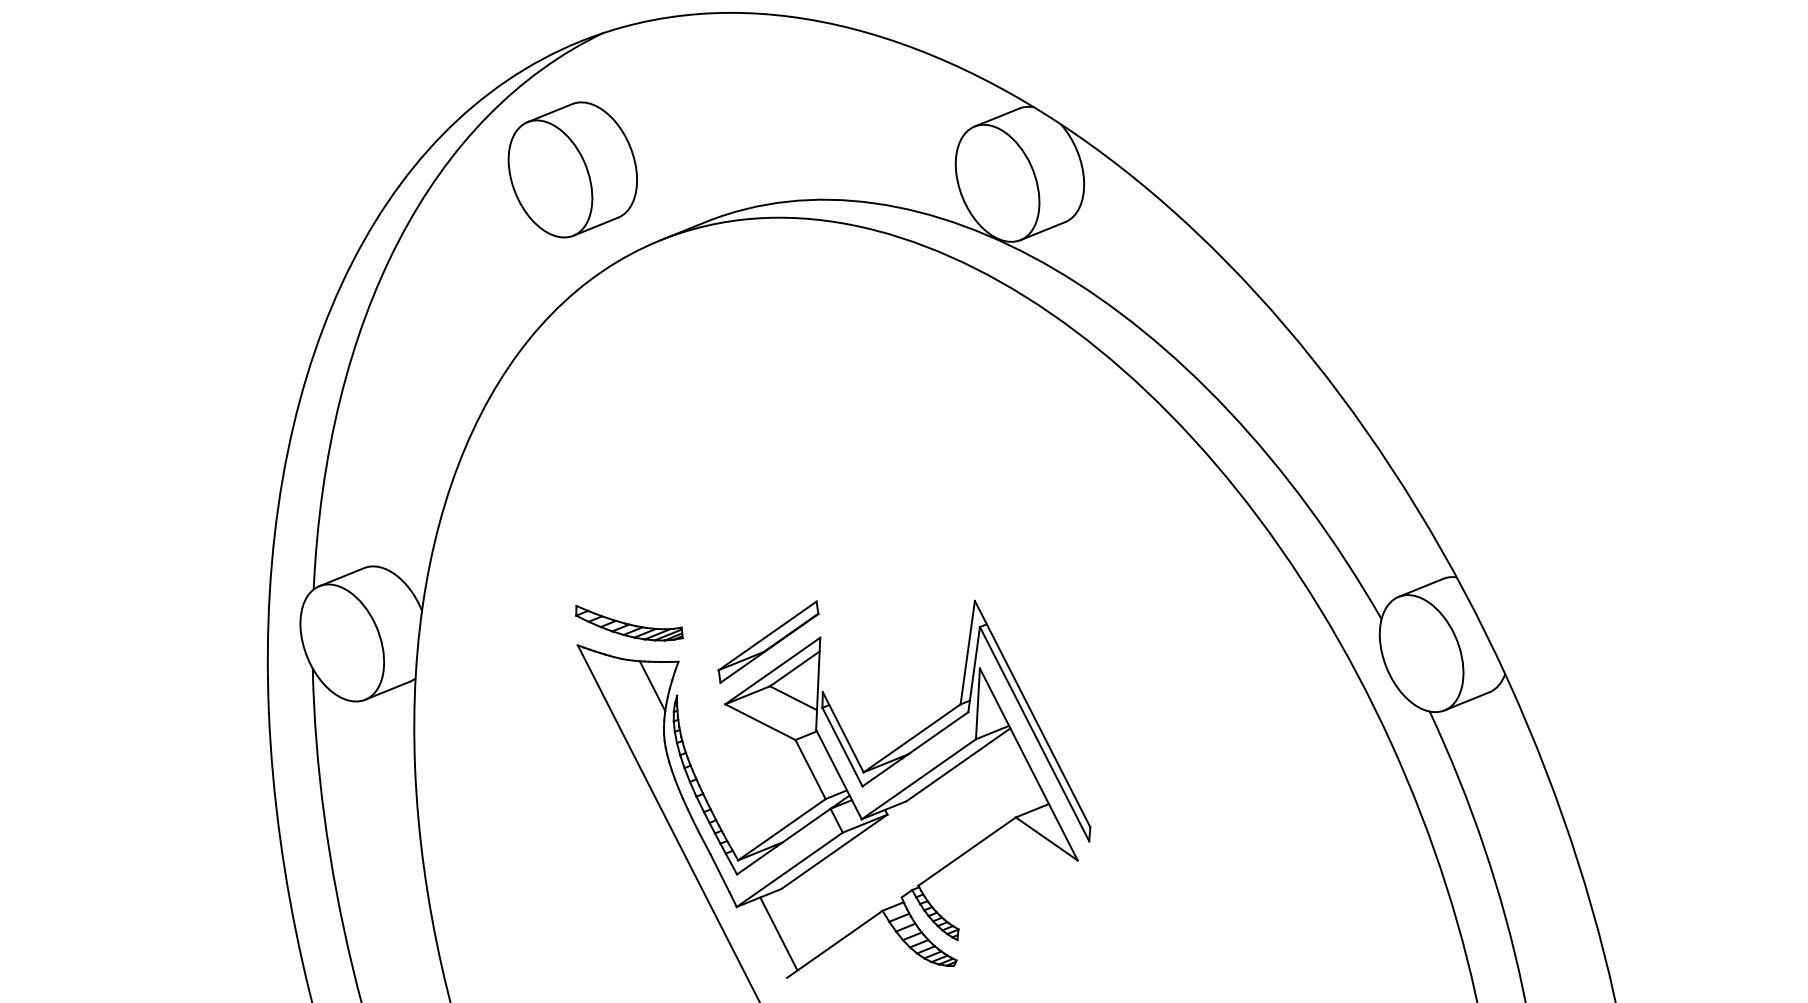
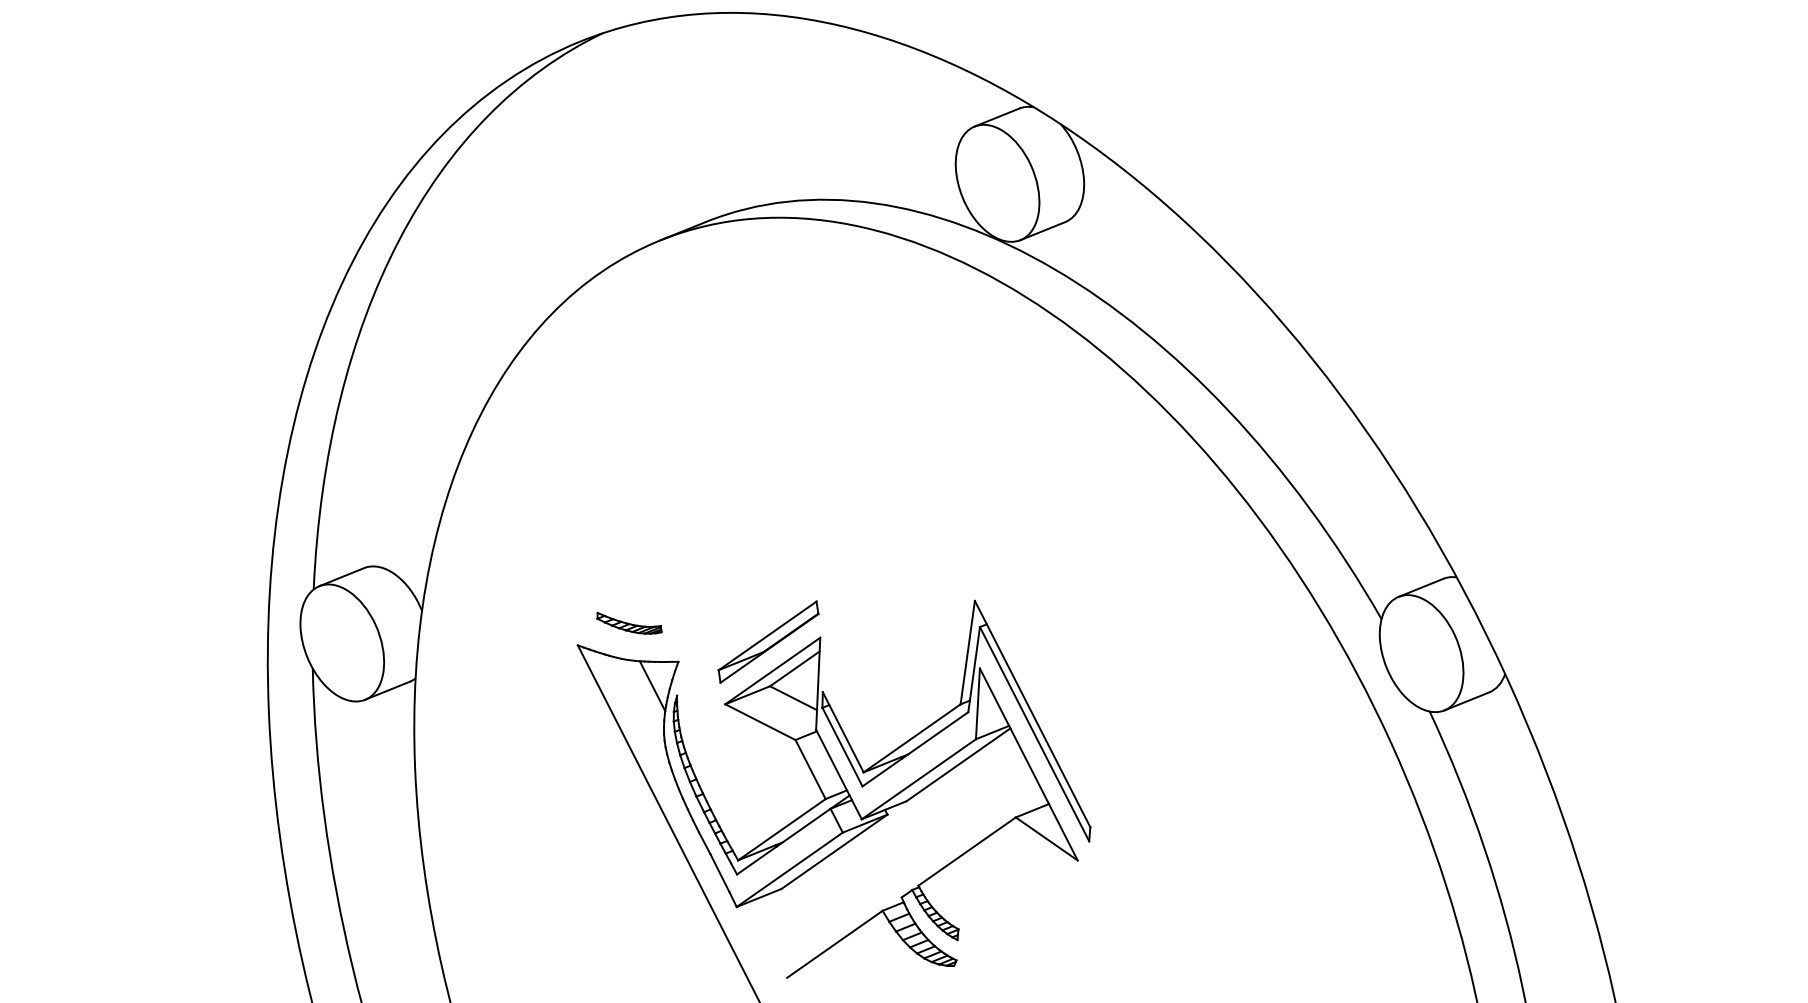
part at (572, 169): present -> none
part at (629, 623) size: 109x37 px -> 67x23 px
line at (778, 933): present -> none
